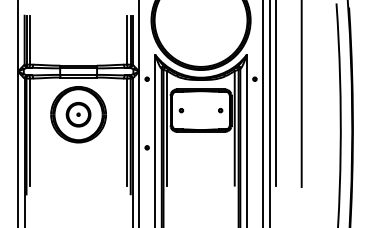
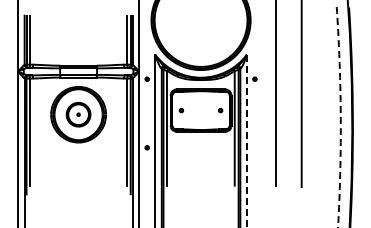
line at (262, 113): present -> none
line at (269, 113): present -> none
arc at (340, 115): solid -> dashed
line at (246, 141): solid -> dashed
